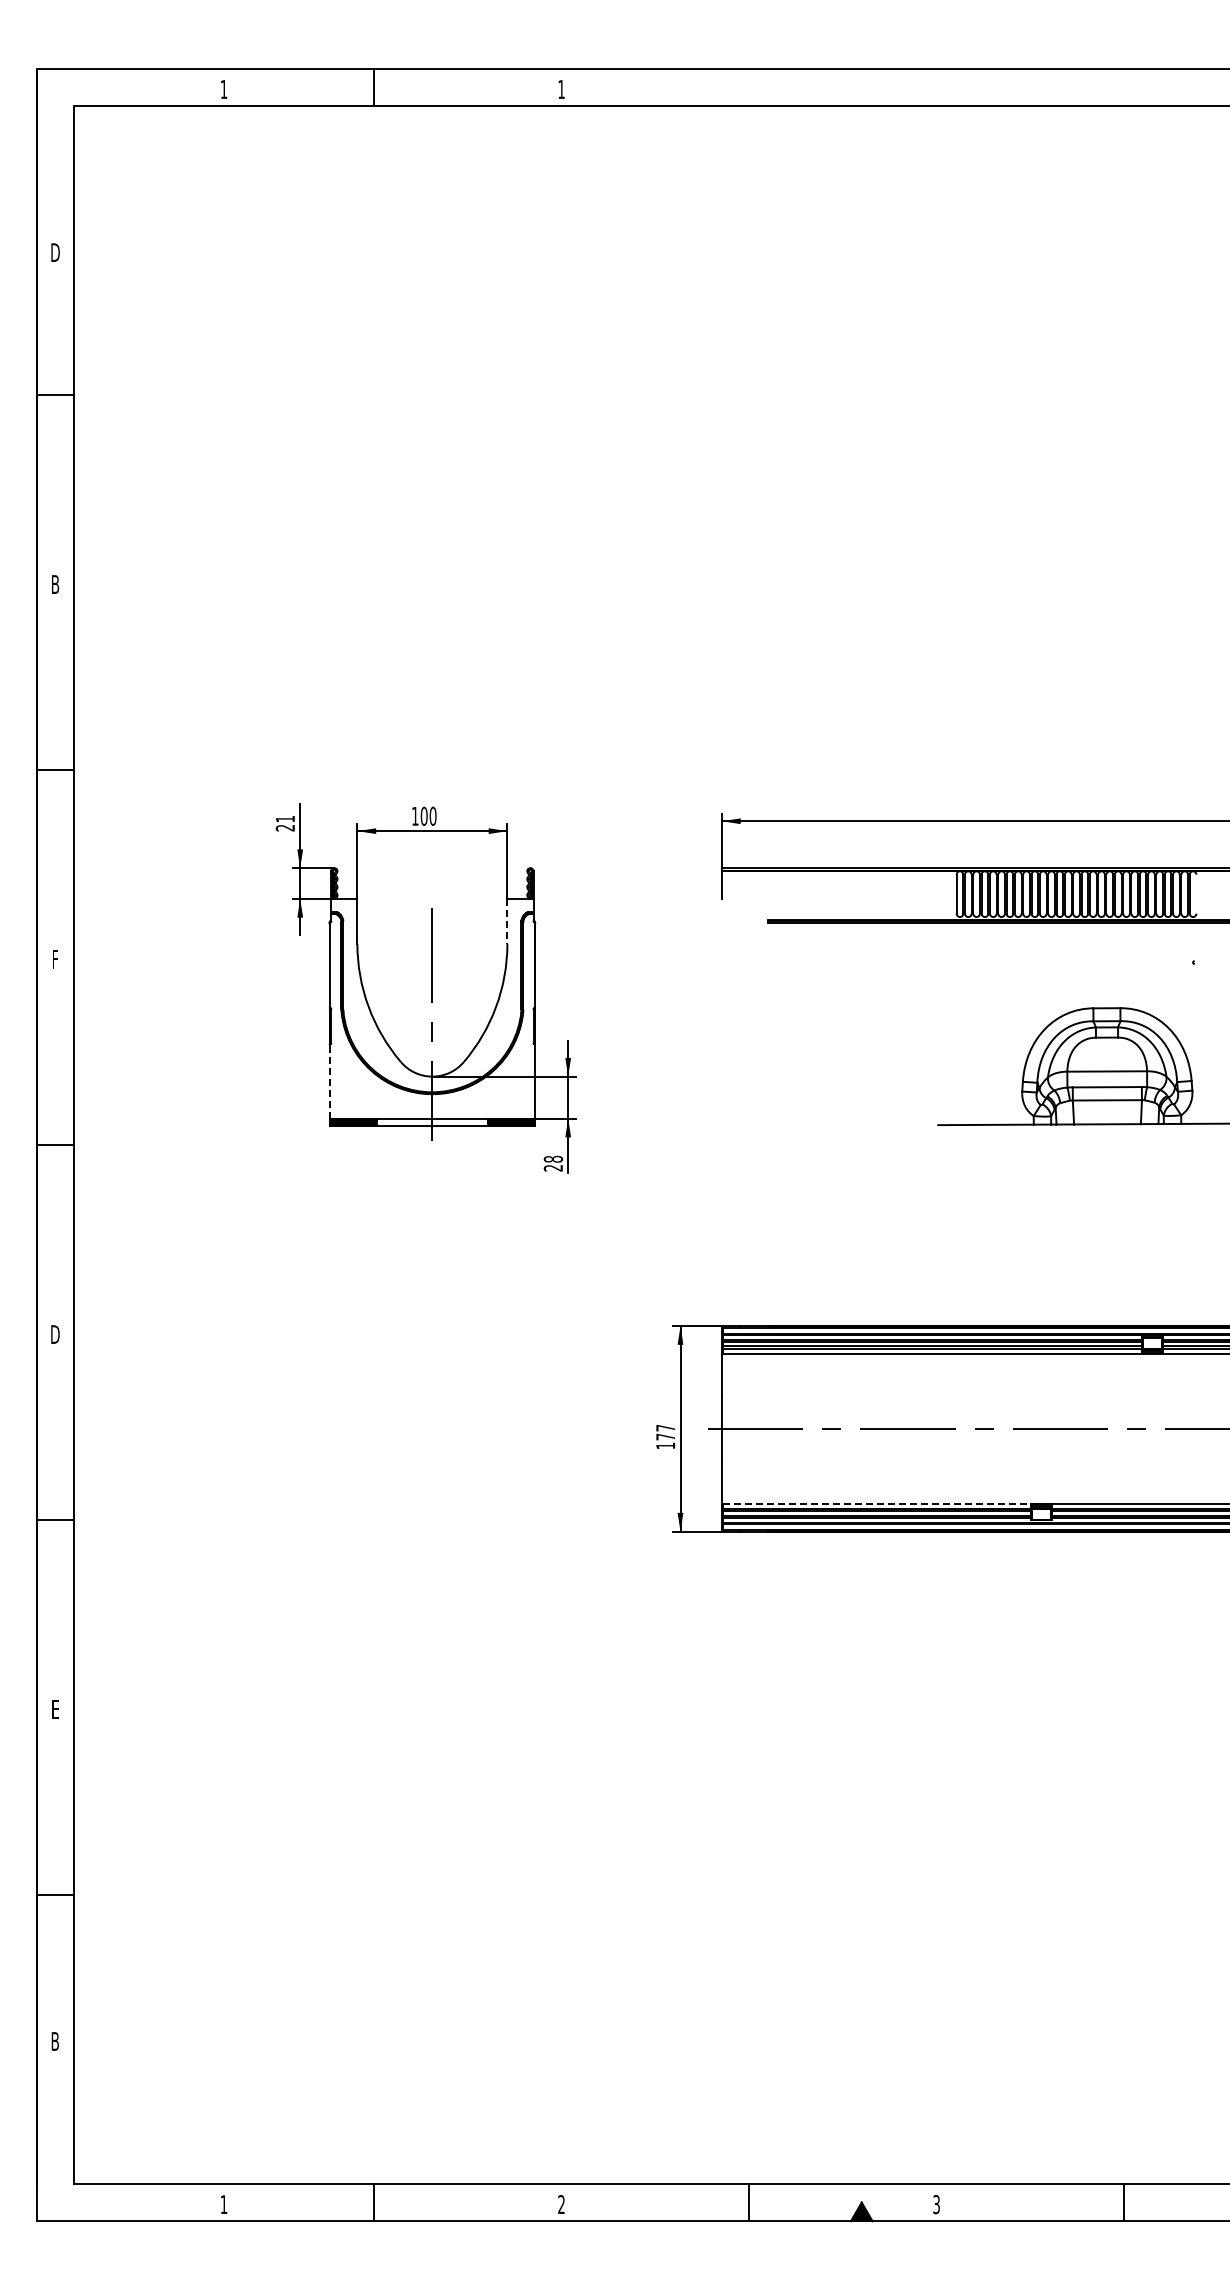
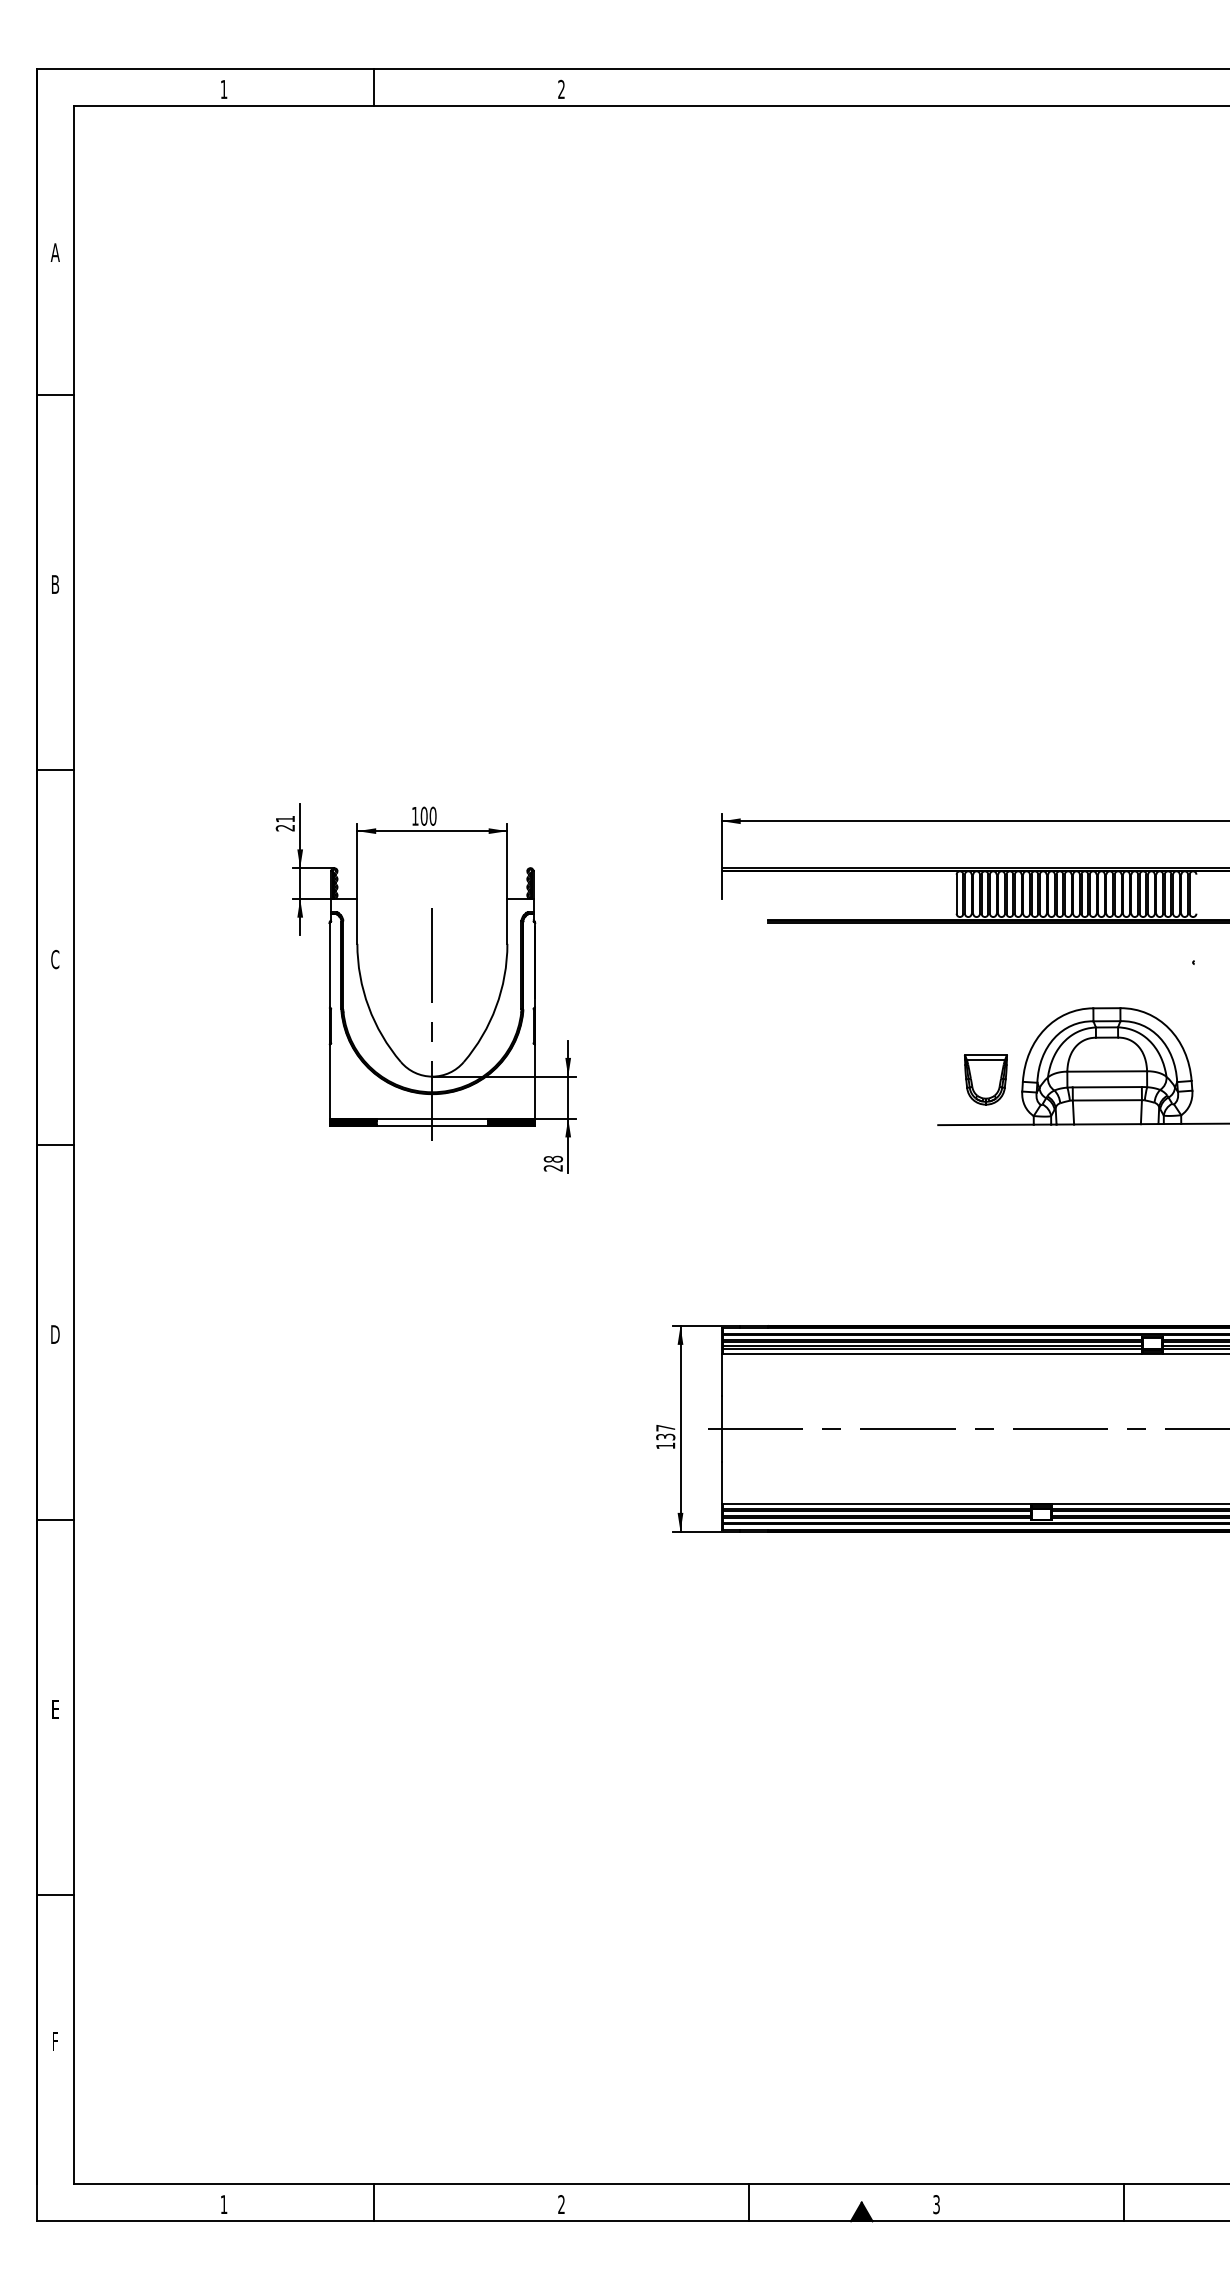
text at (561, 88): 1 -> 2
text at (54, 252): D -> A
line at (507, 921): dashed -> solid
text at (55, 959): F -> C
part at (985, 1079): none -> present
line at (329, 1081): dashed -> solid
text at (665, 1436): 177 -> 137
line at (877, 1503): dashed -> solid
text at (54, 2041): B -> F
